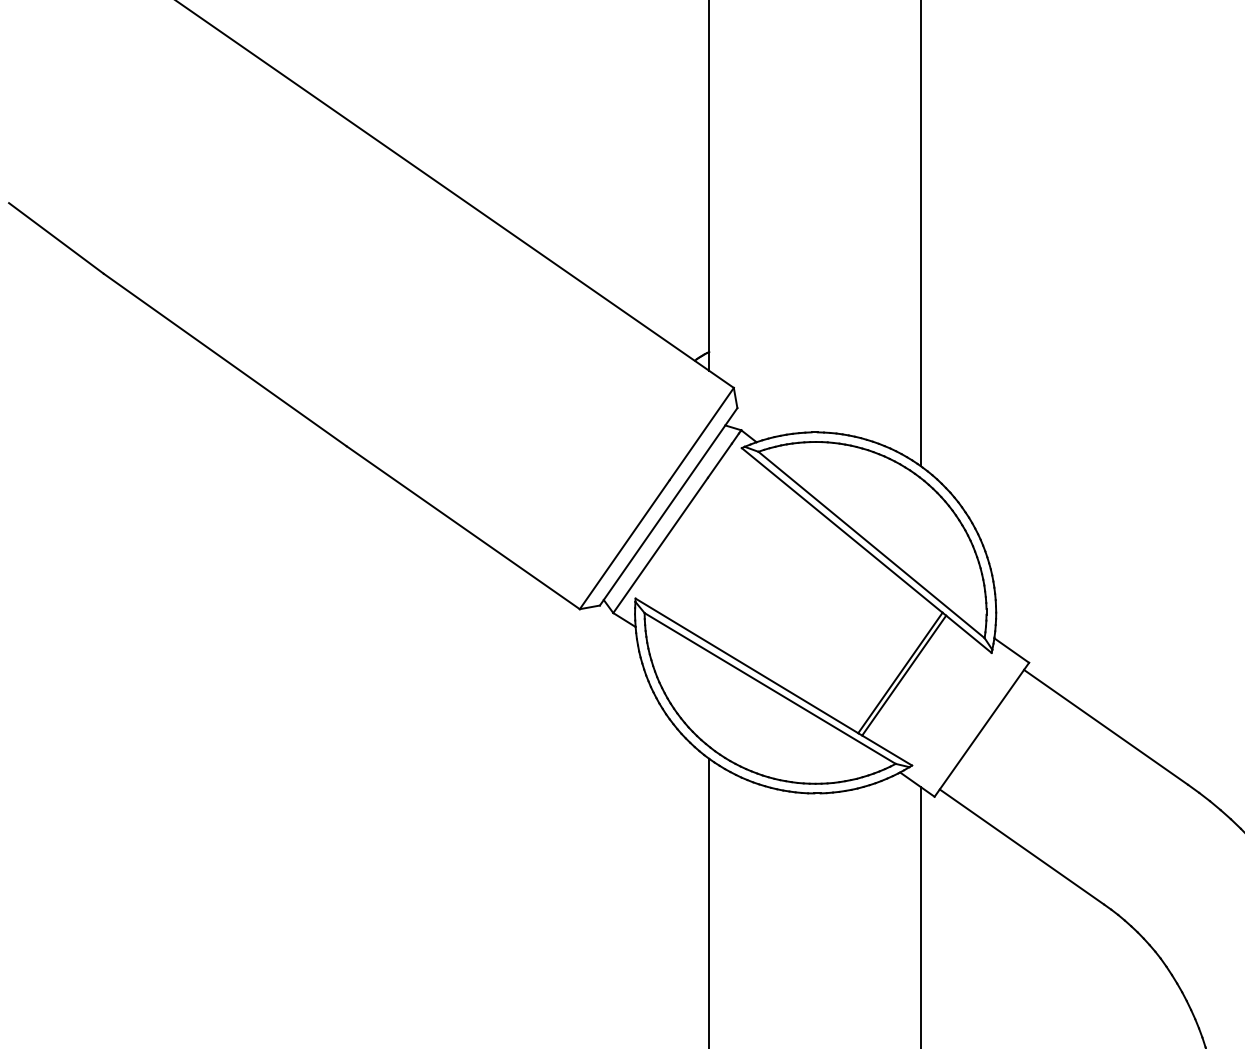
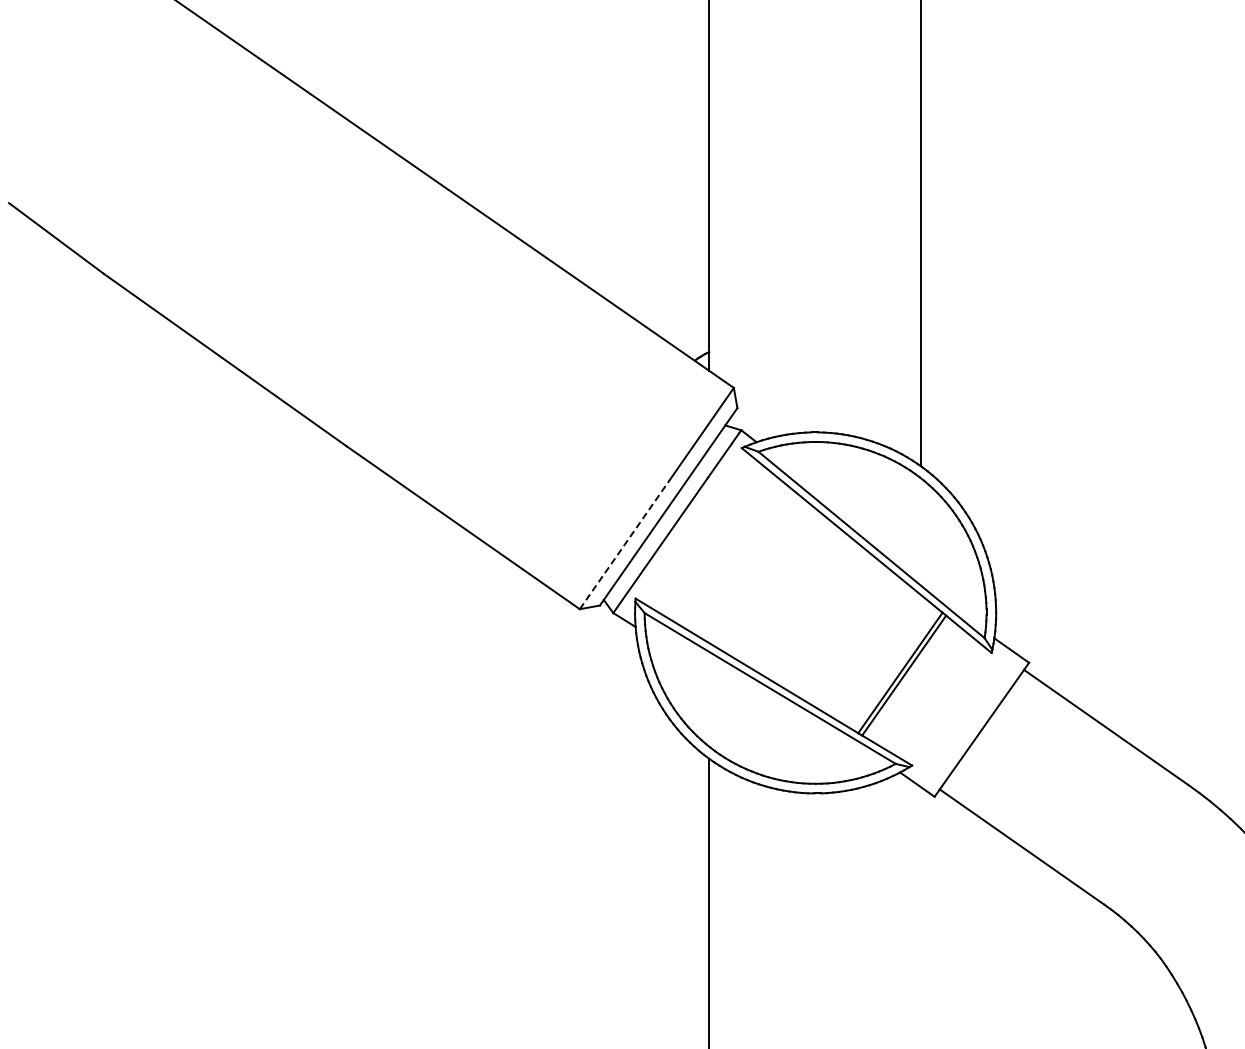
line at (624, 544): solid -> dashed
line at (920, 916): present -> none
